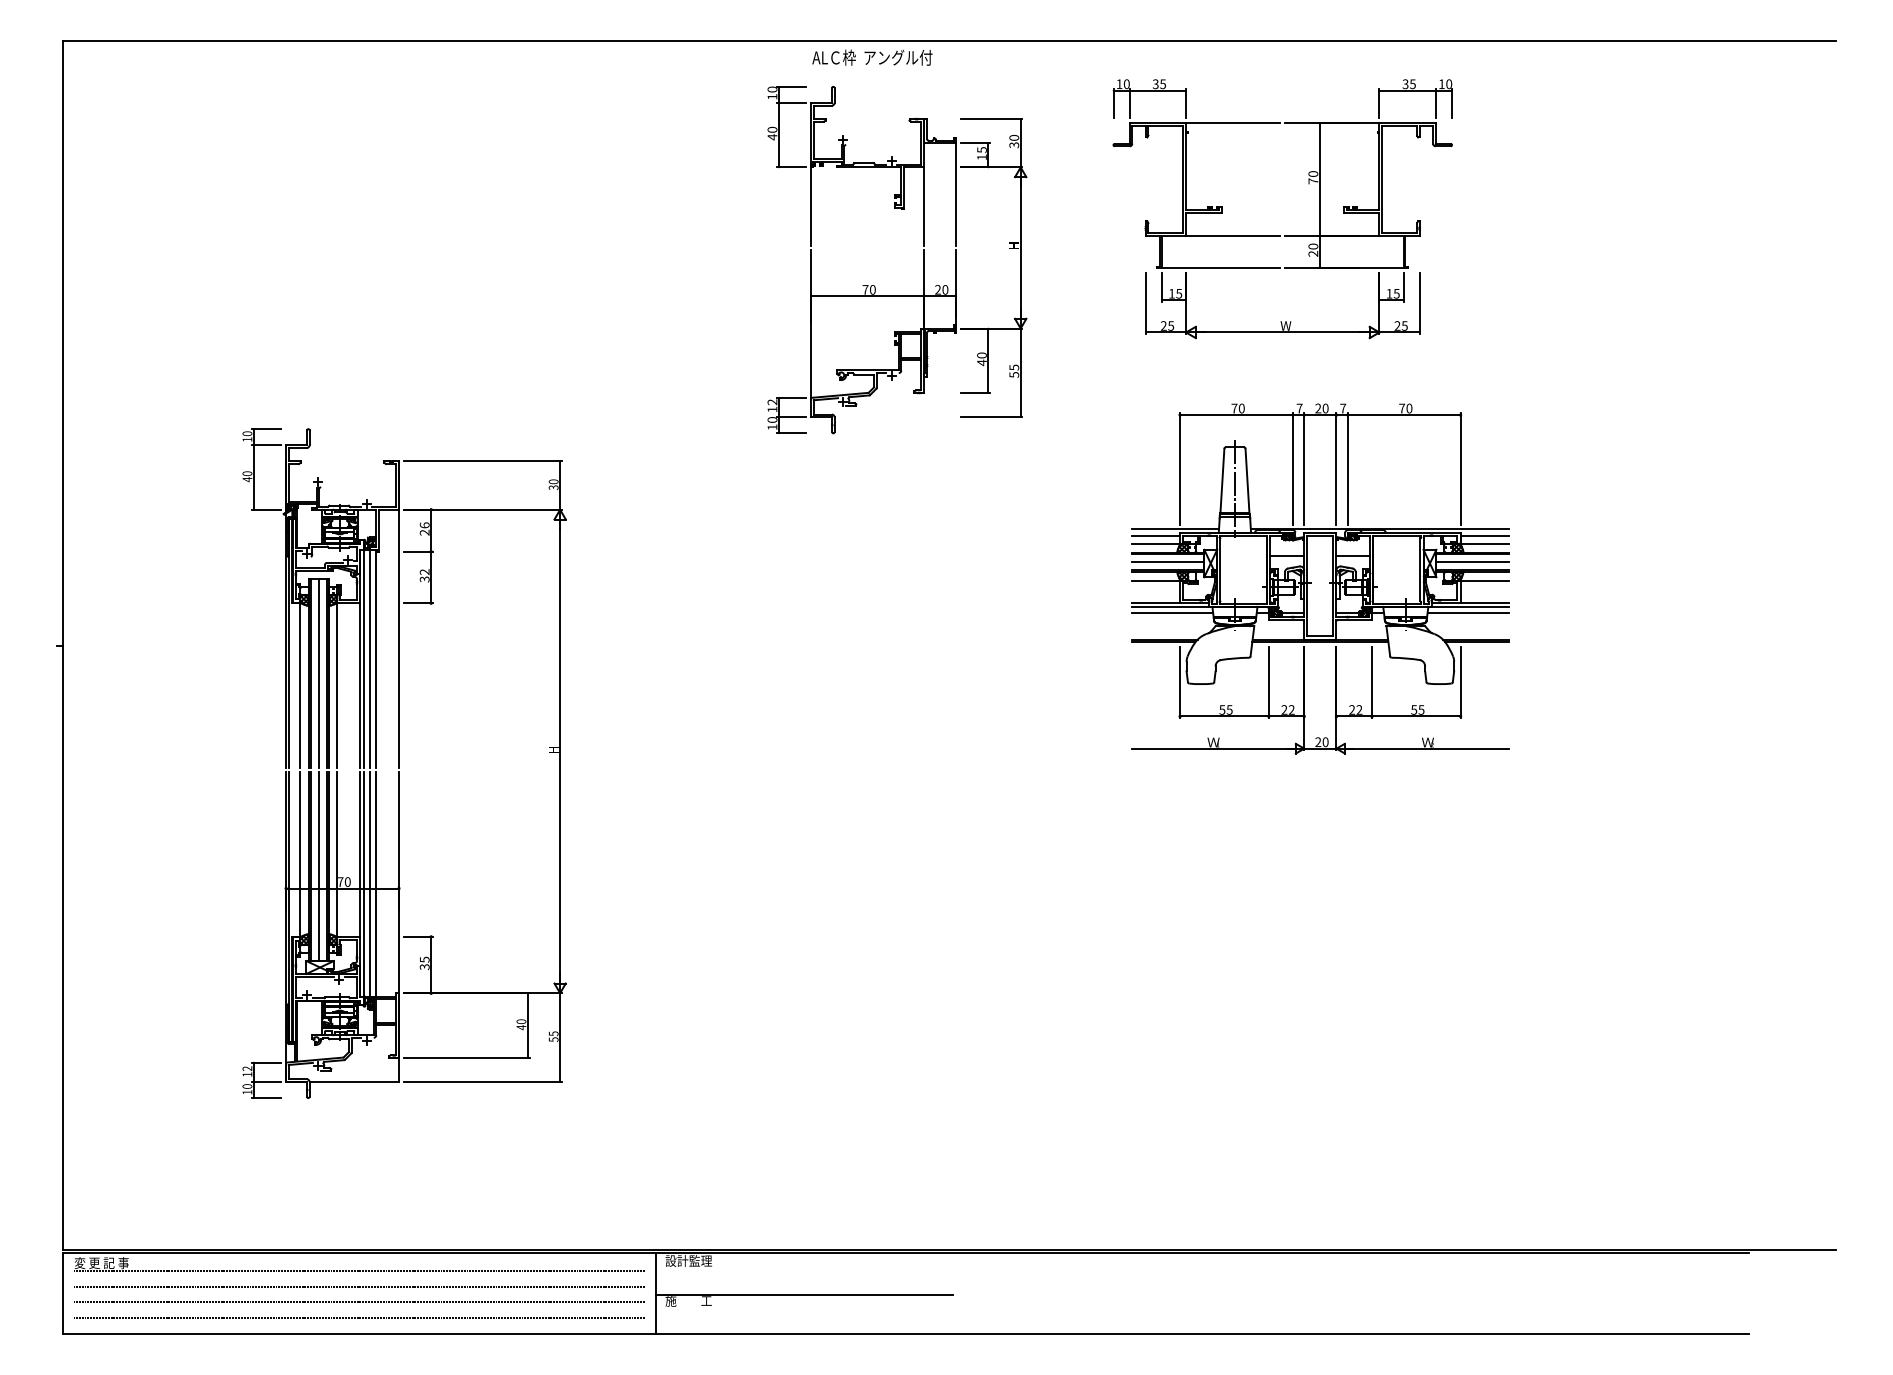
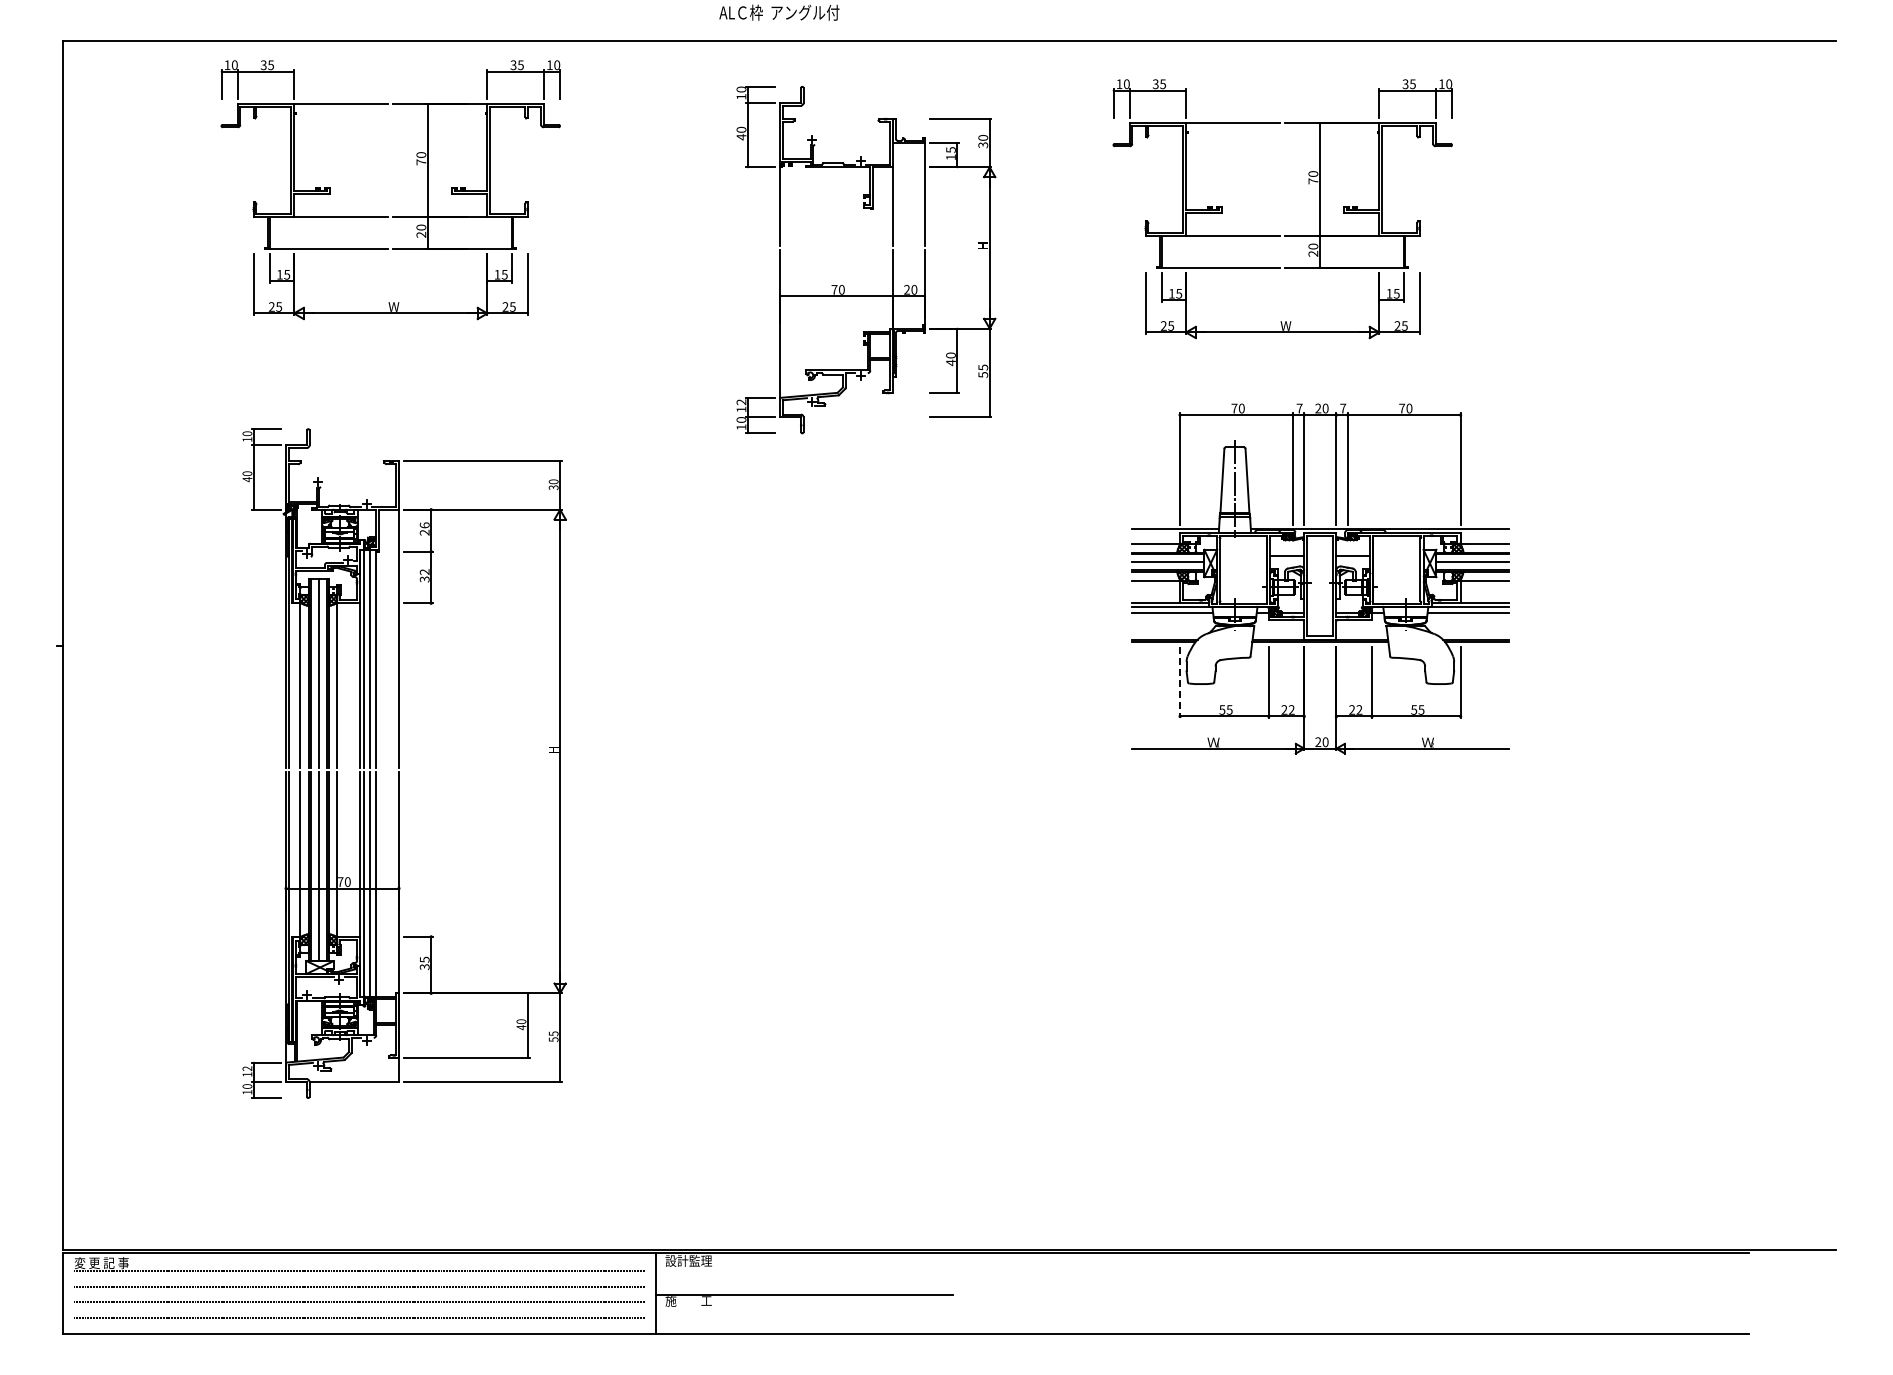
text at (872, 57) position: (872, 57) -> (779, 12)
part at (388, 216): none -> present
part at (923, 259) position: (923, 259) -> (892, 259)
line at (1155, 536): present -> none
line at (1484, 536): present -> none
line at (1180, 683): solid -> dashed
